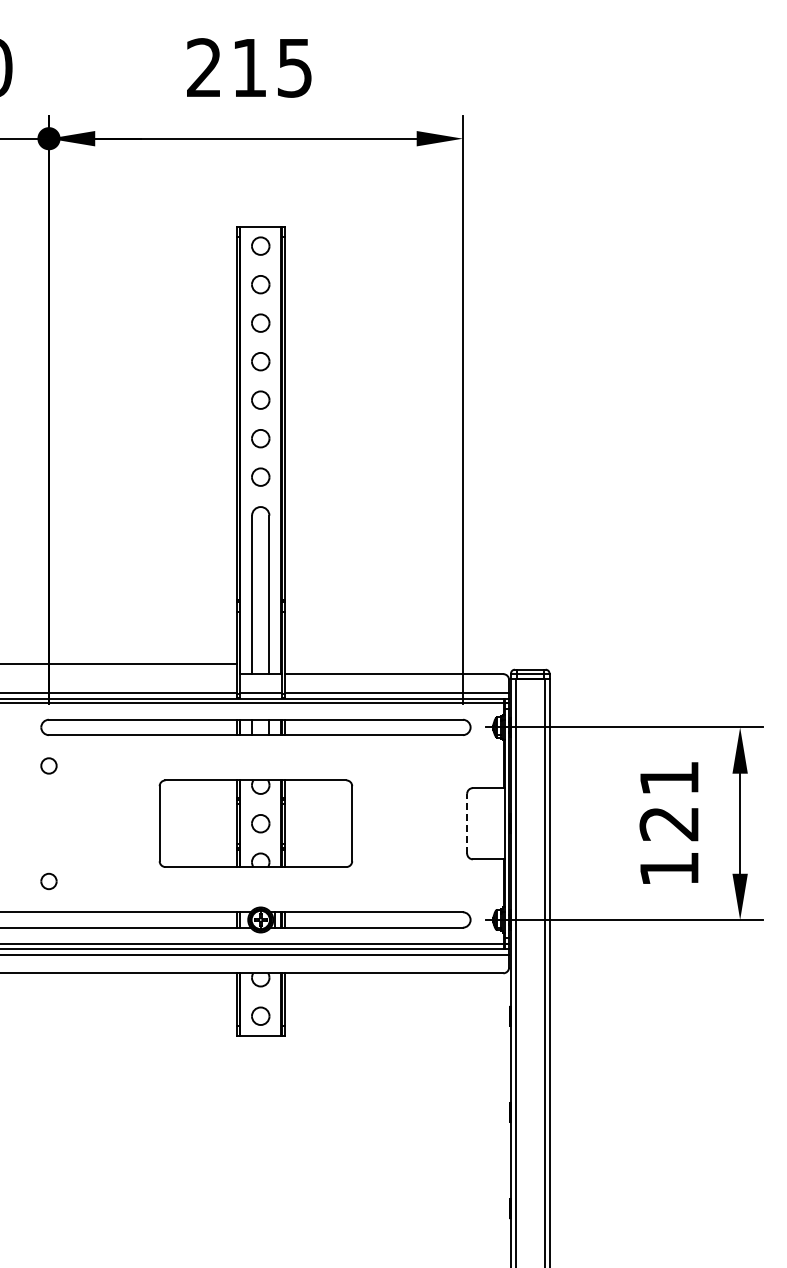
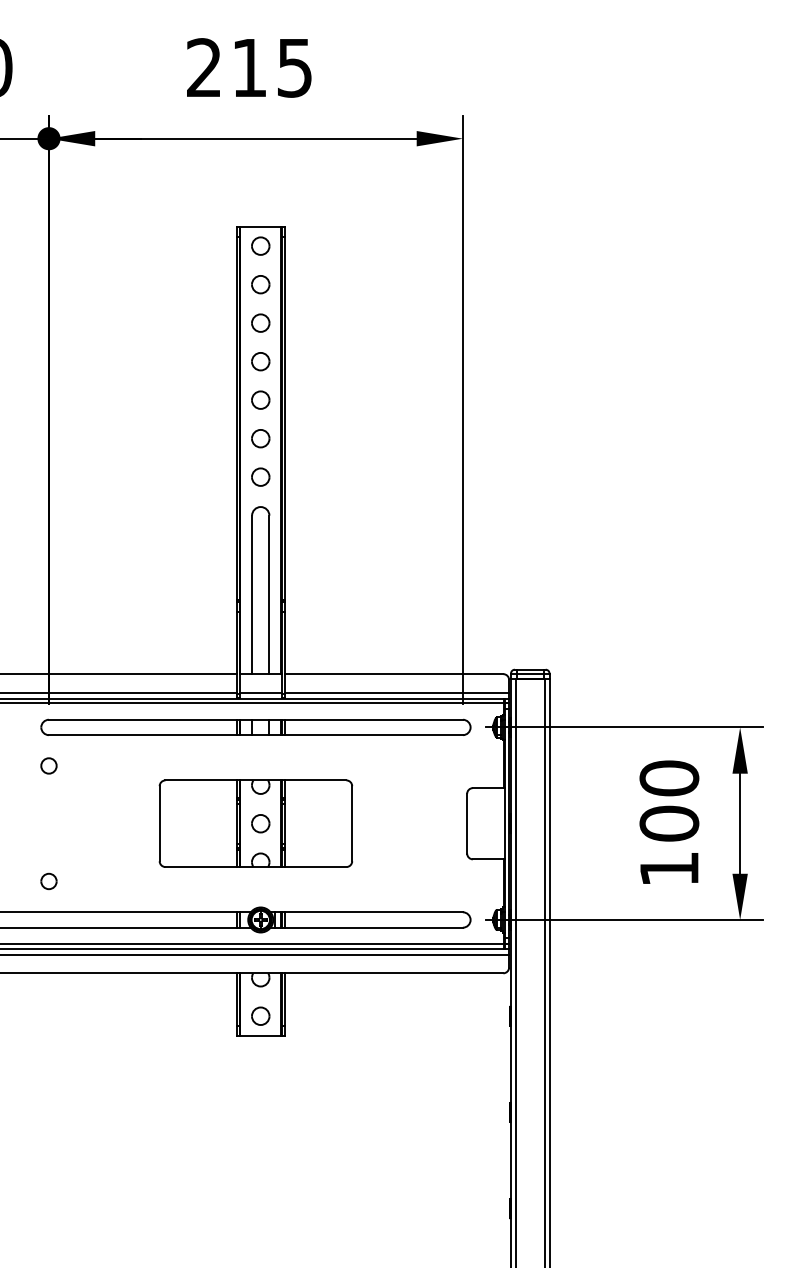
line at (119, 664) position: (119, 664) -> (119, 674)
text at (669, 800): 121 -> 100
line at (467, 823): dashed -> solid
